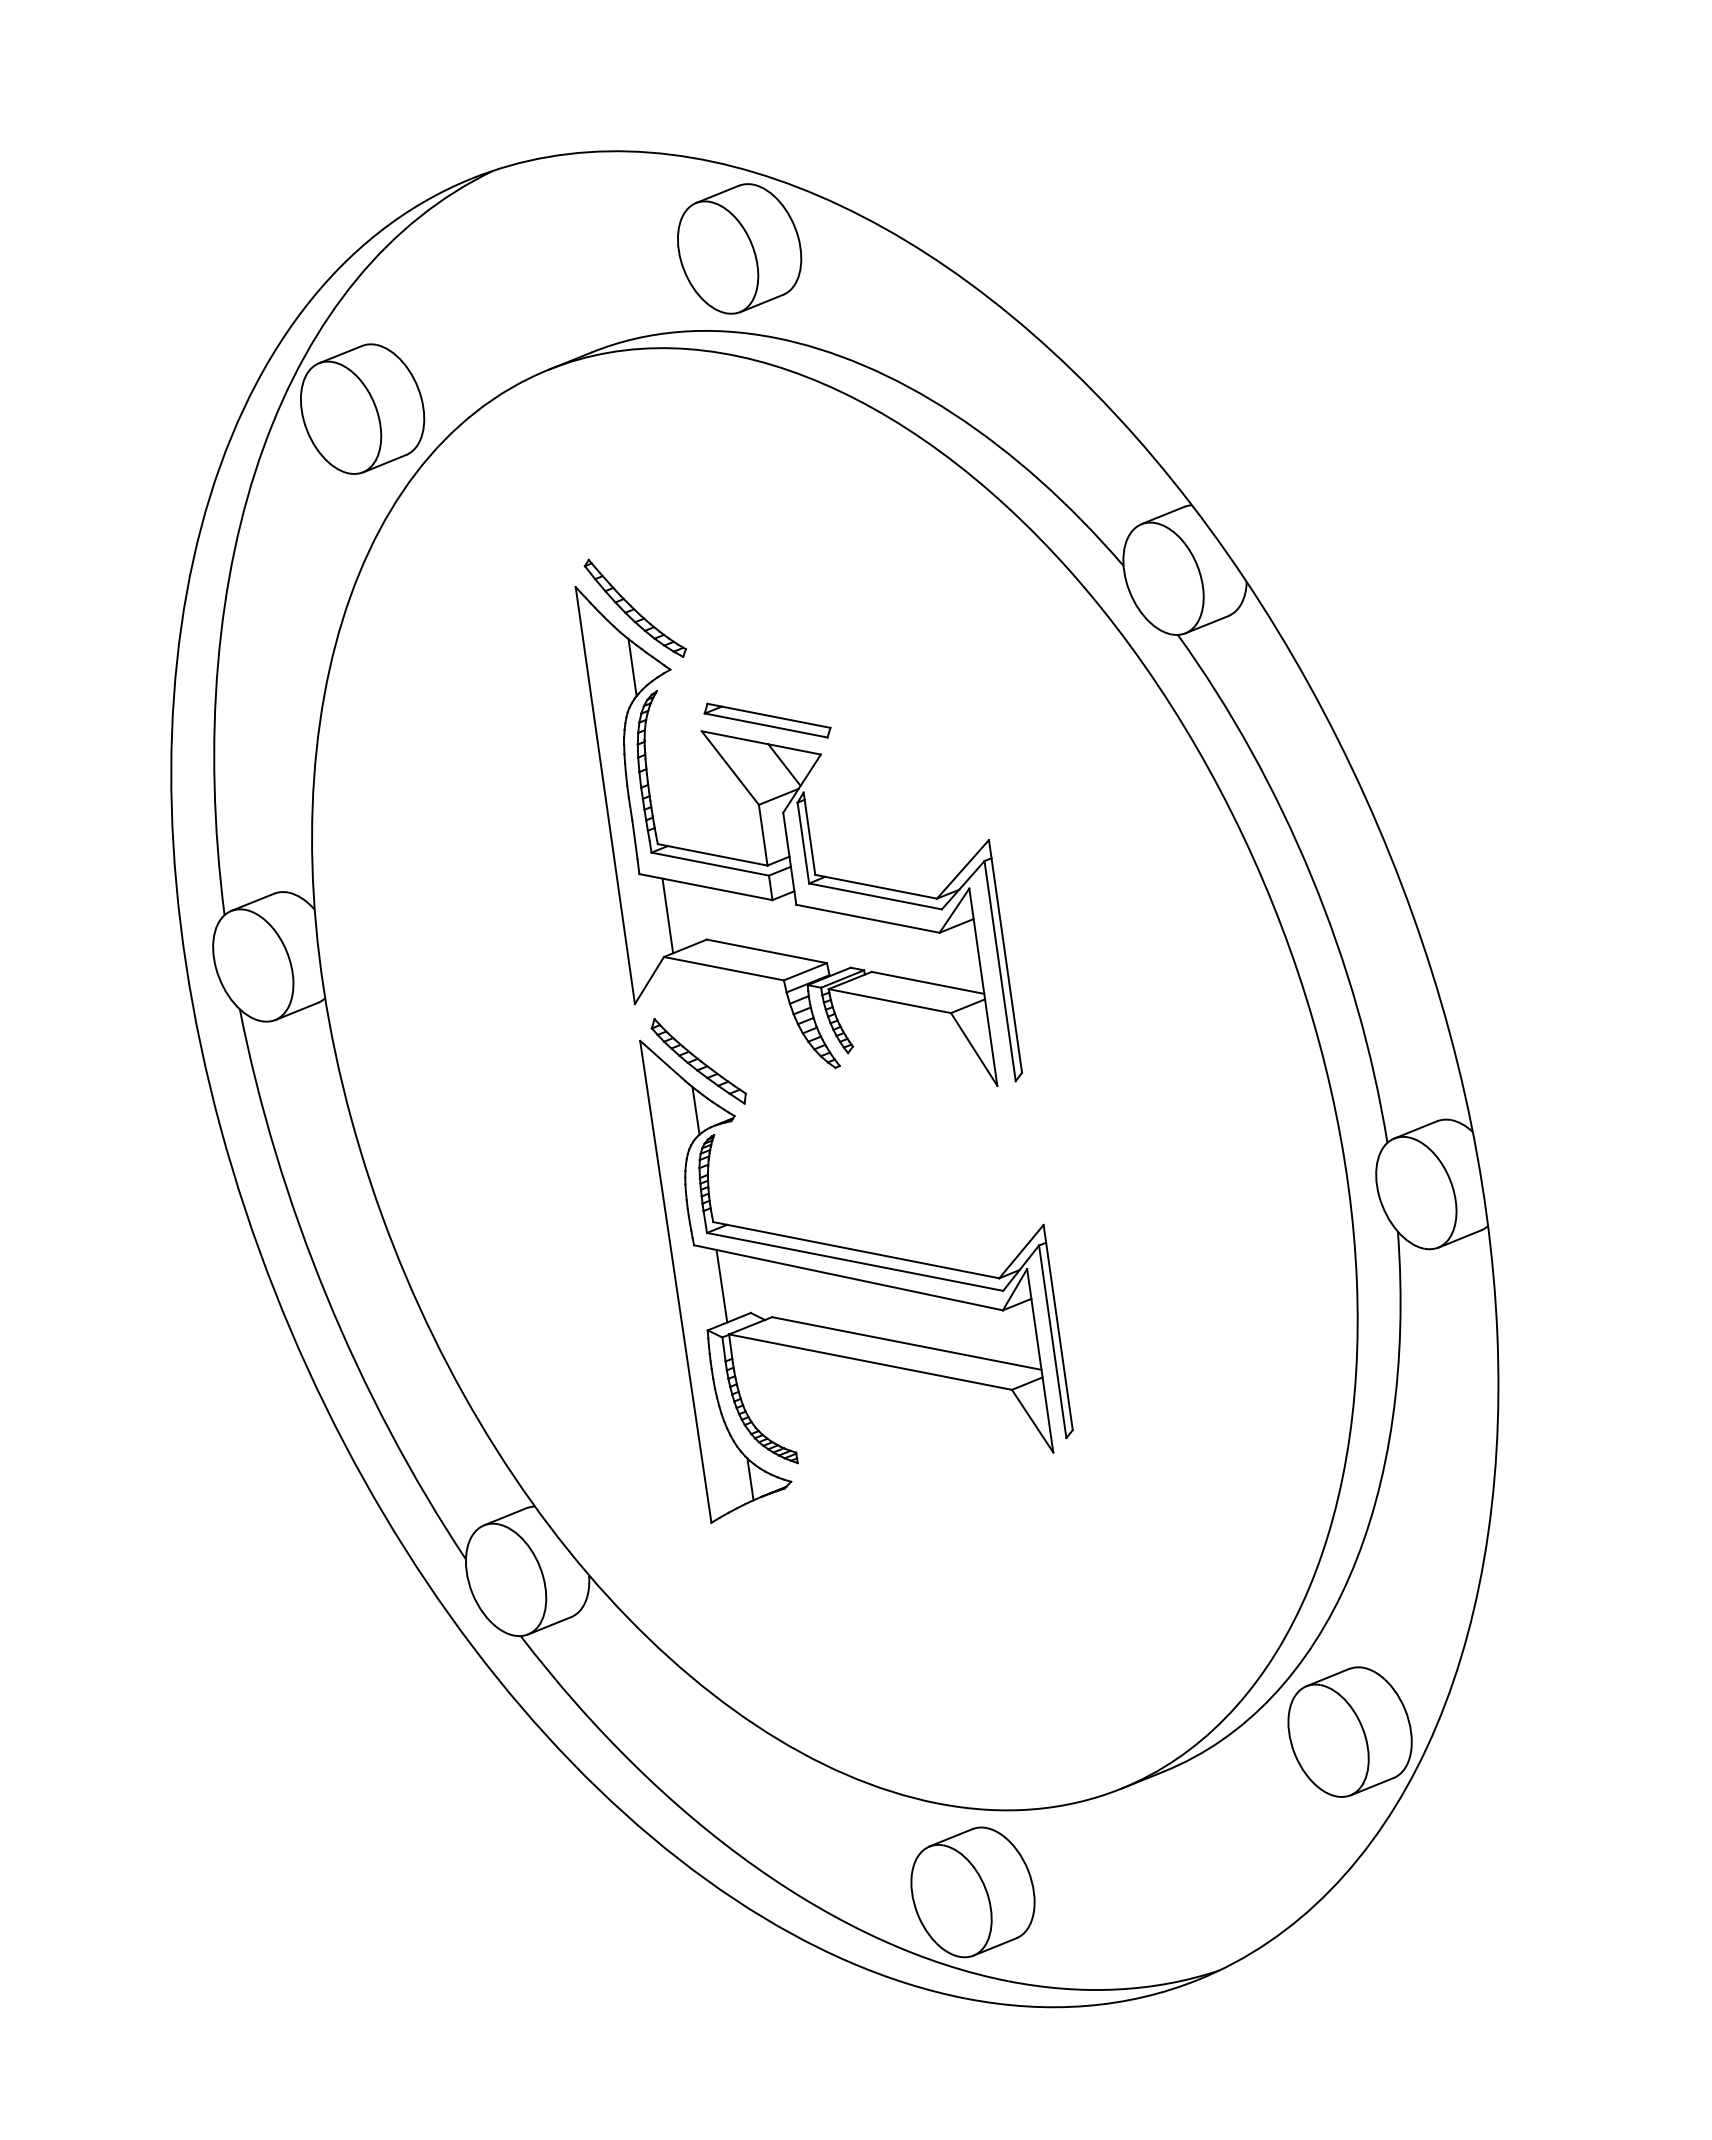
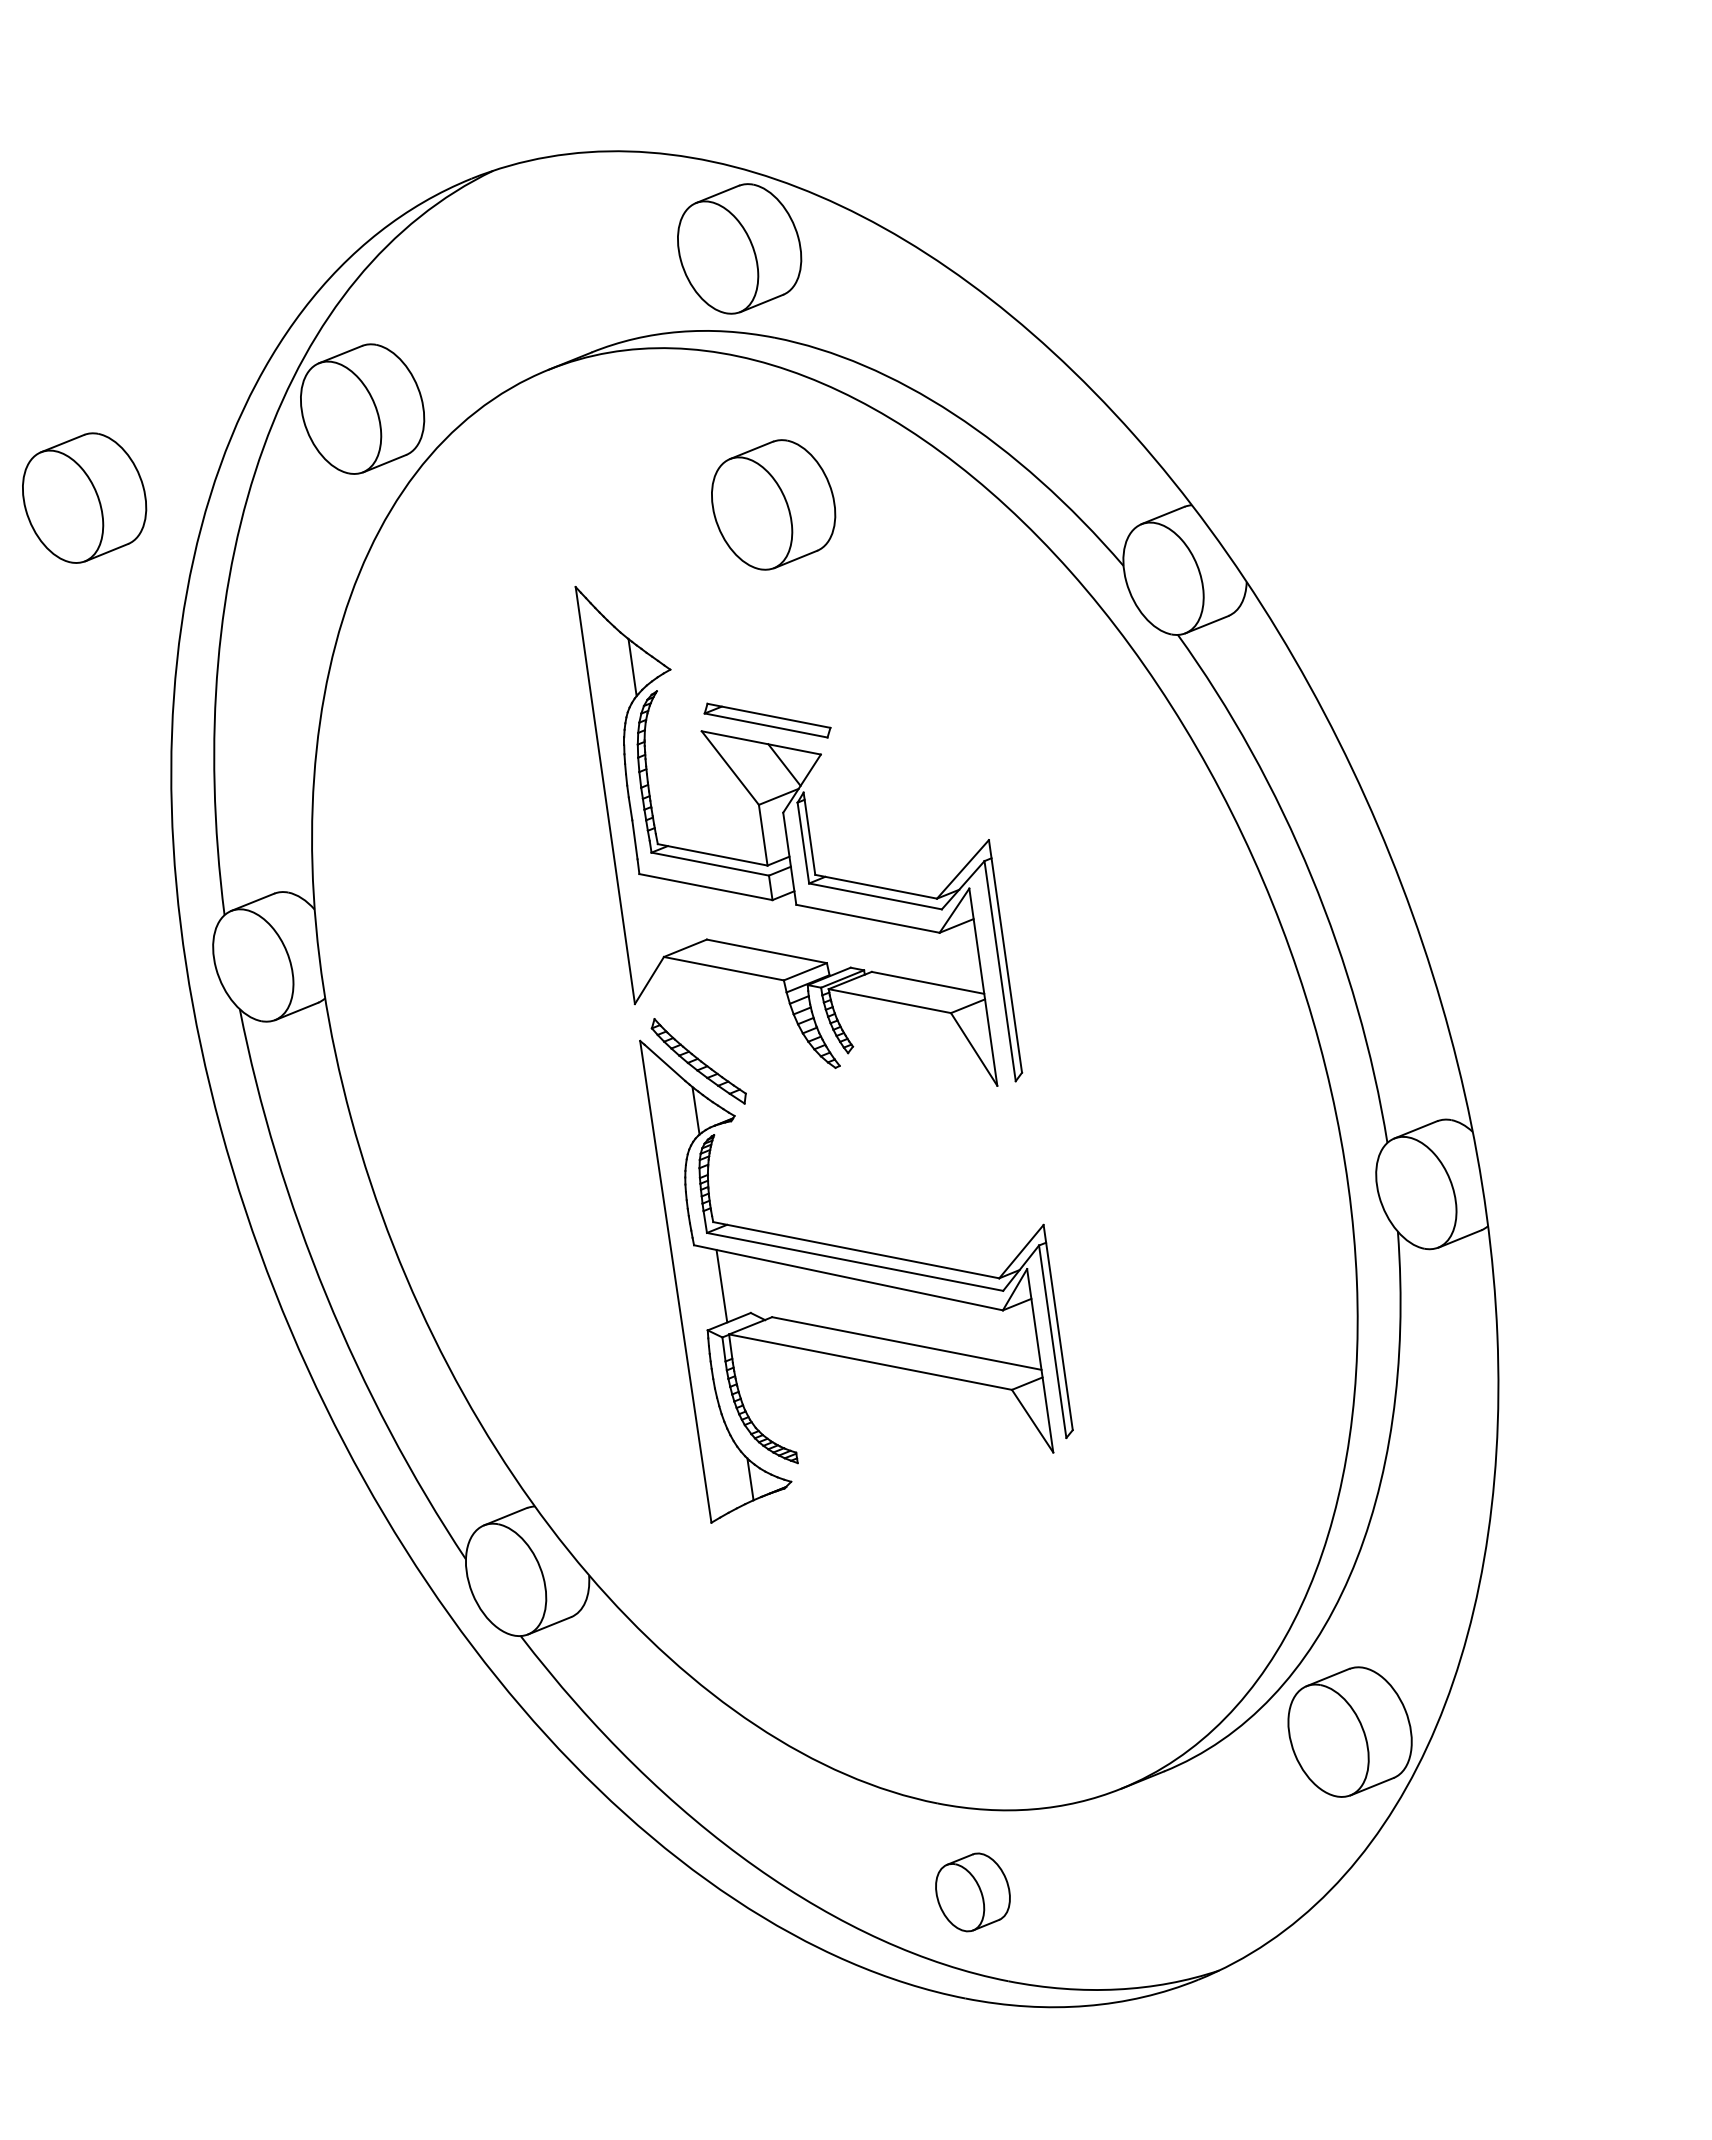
part at (84, 497): none -> present
part at (773, 504): none -> present
part at (634, 607): present -> none
line at (667, 915): present -> none
part at (972, 1892) size: 126x133 px -> 76x81 px
